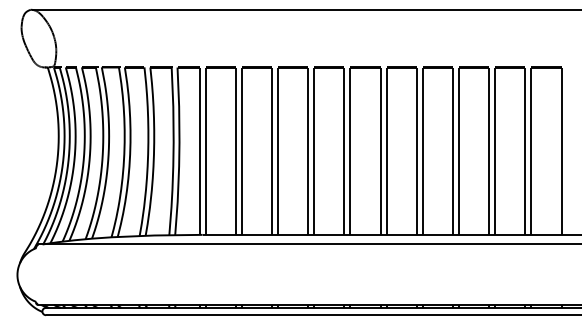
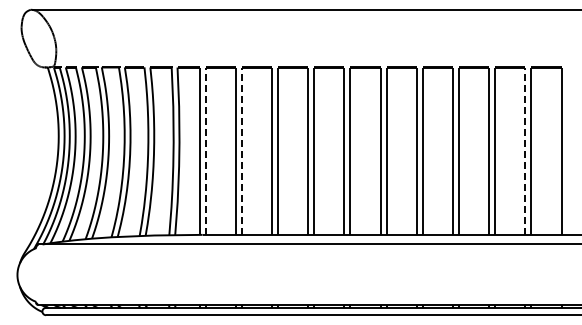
line at (205, 151): solid -> dashed
line at (241, 151): solid -> dashed
line at (525, 151): solid -> dashed
